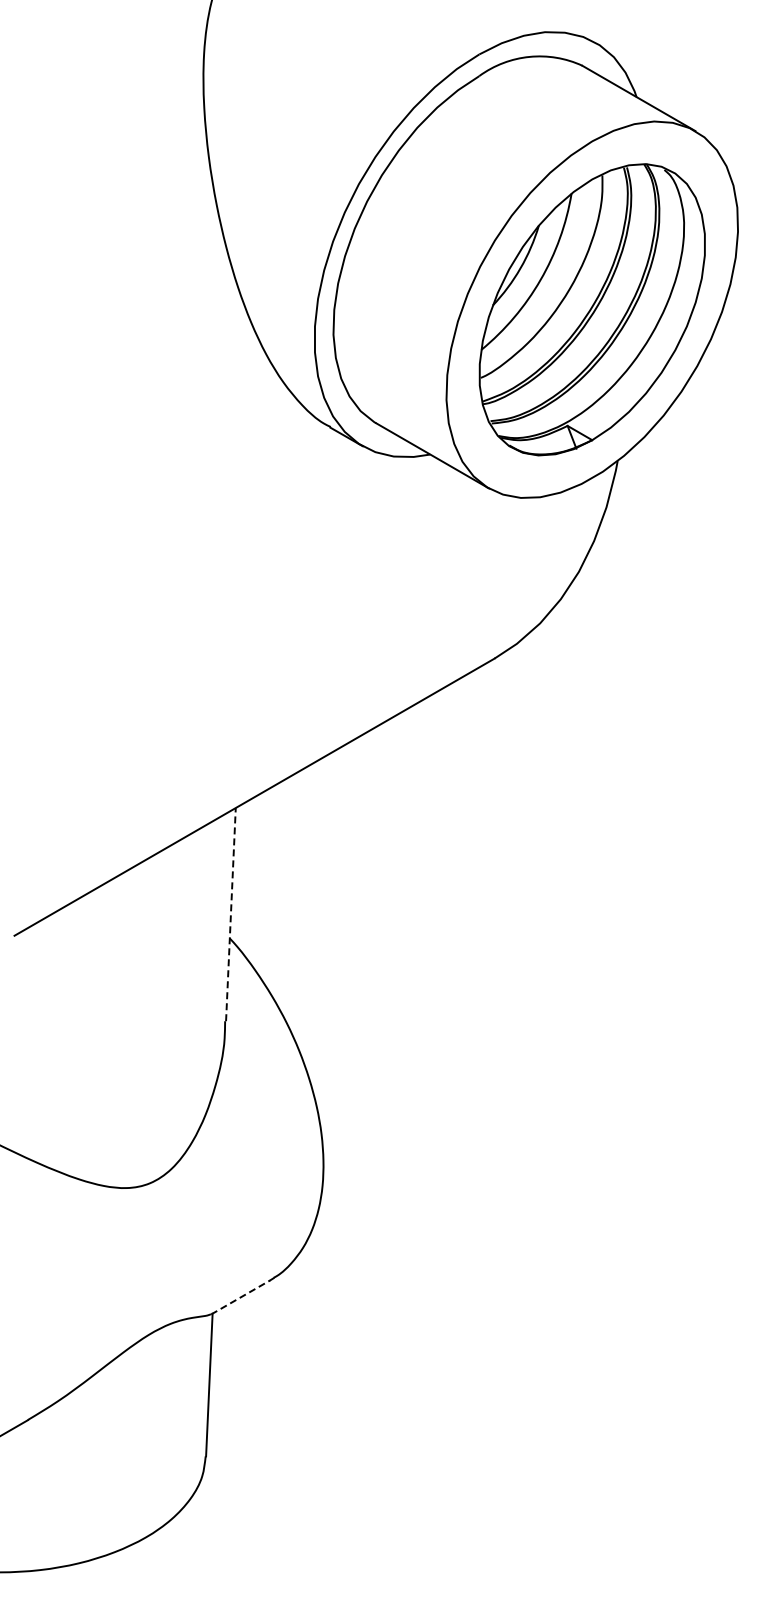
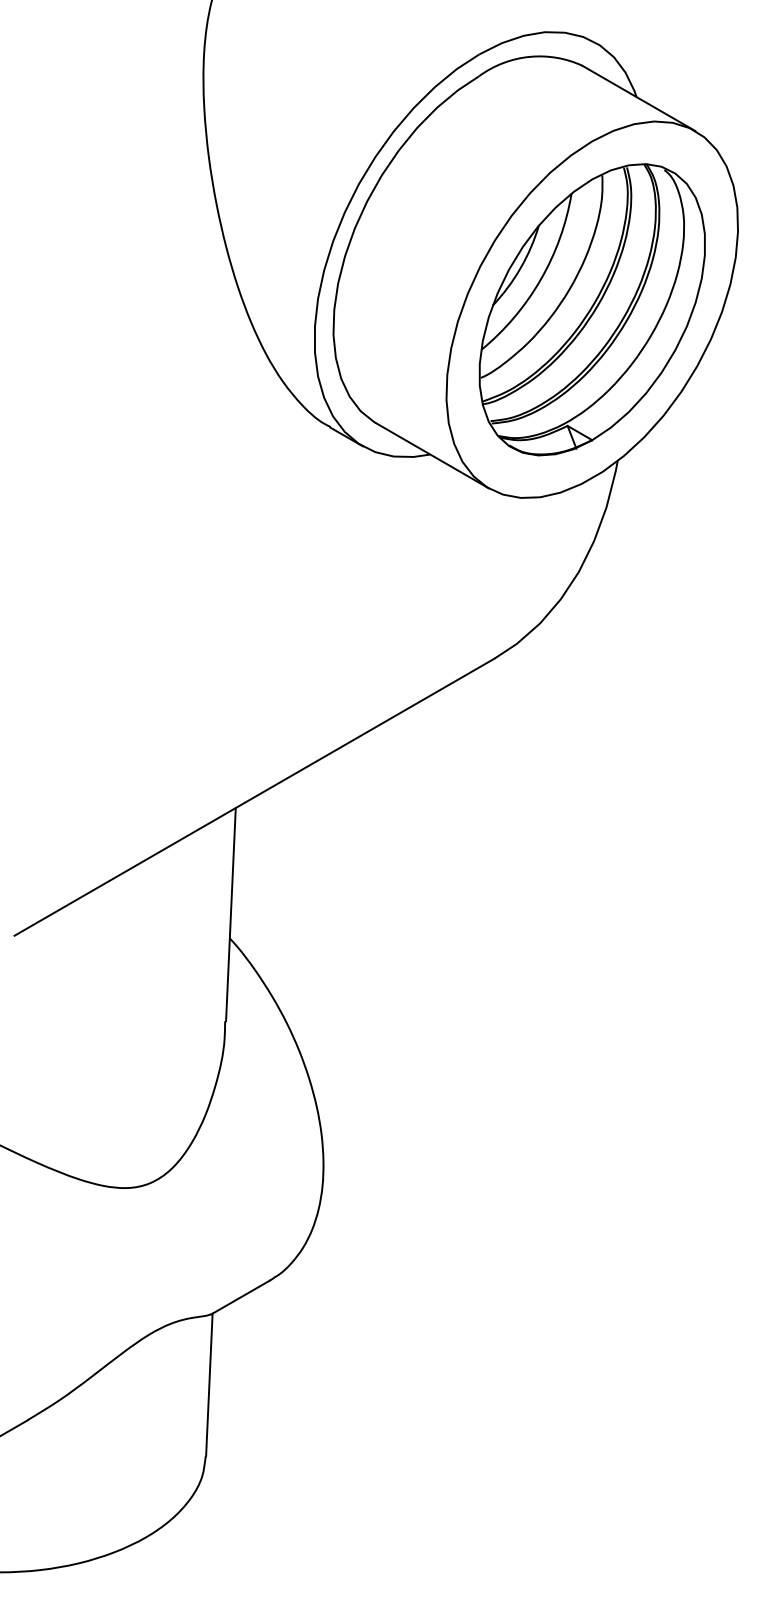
line at (230, 914): dashed -> solid
line at (240, 1297): dashed -> solid
